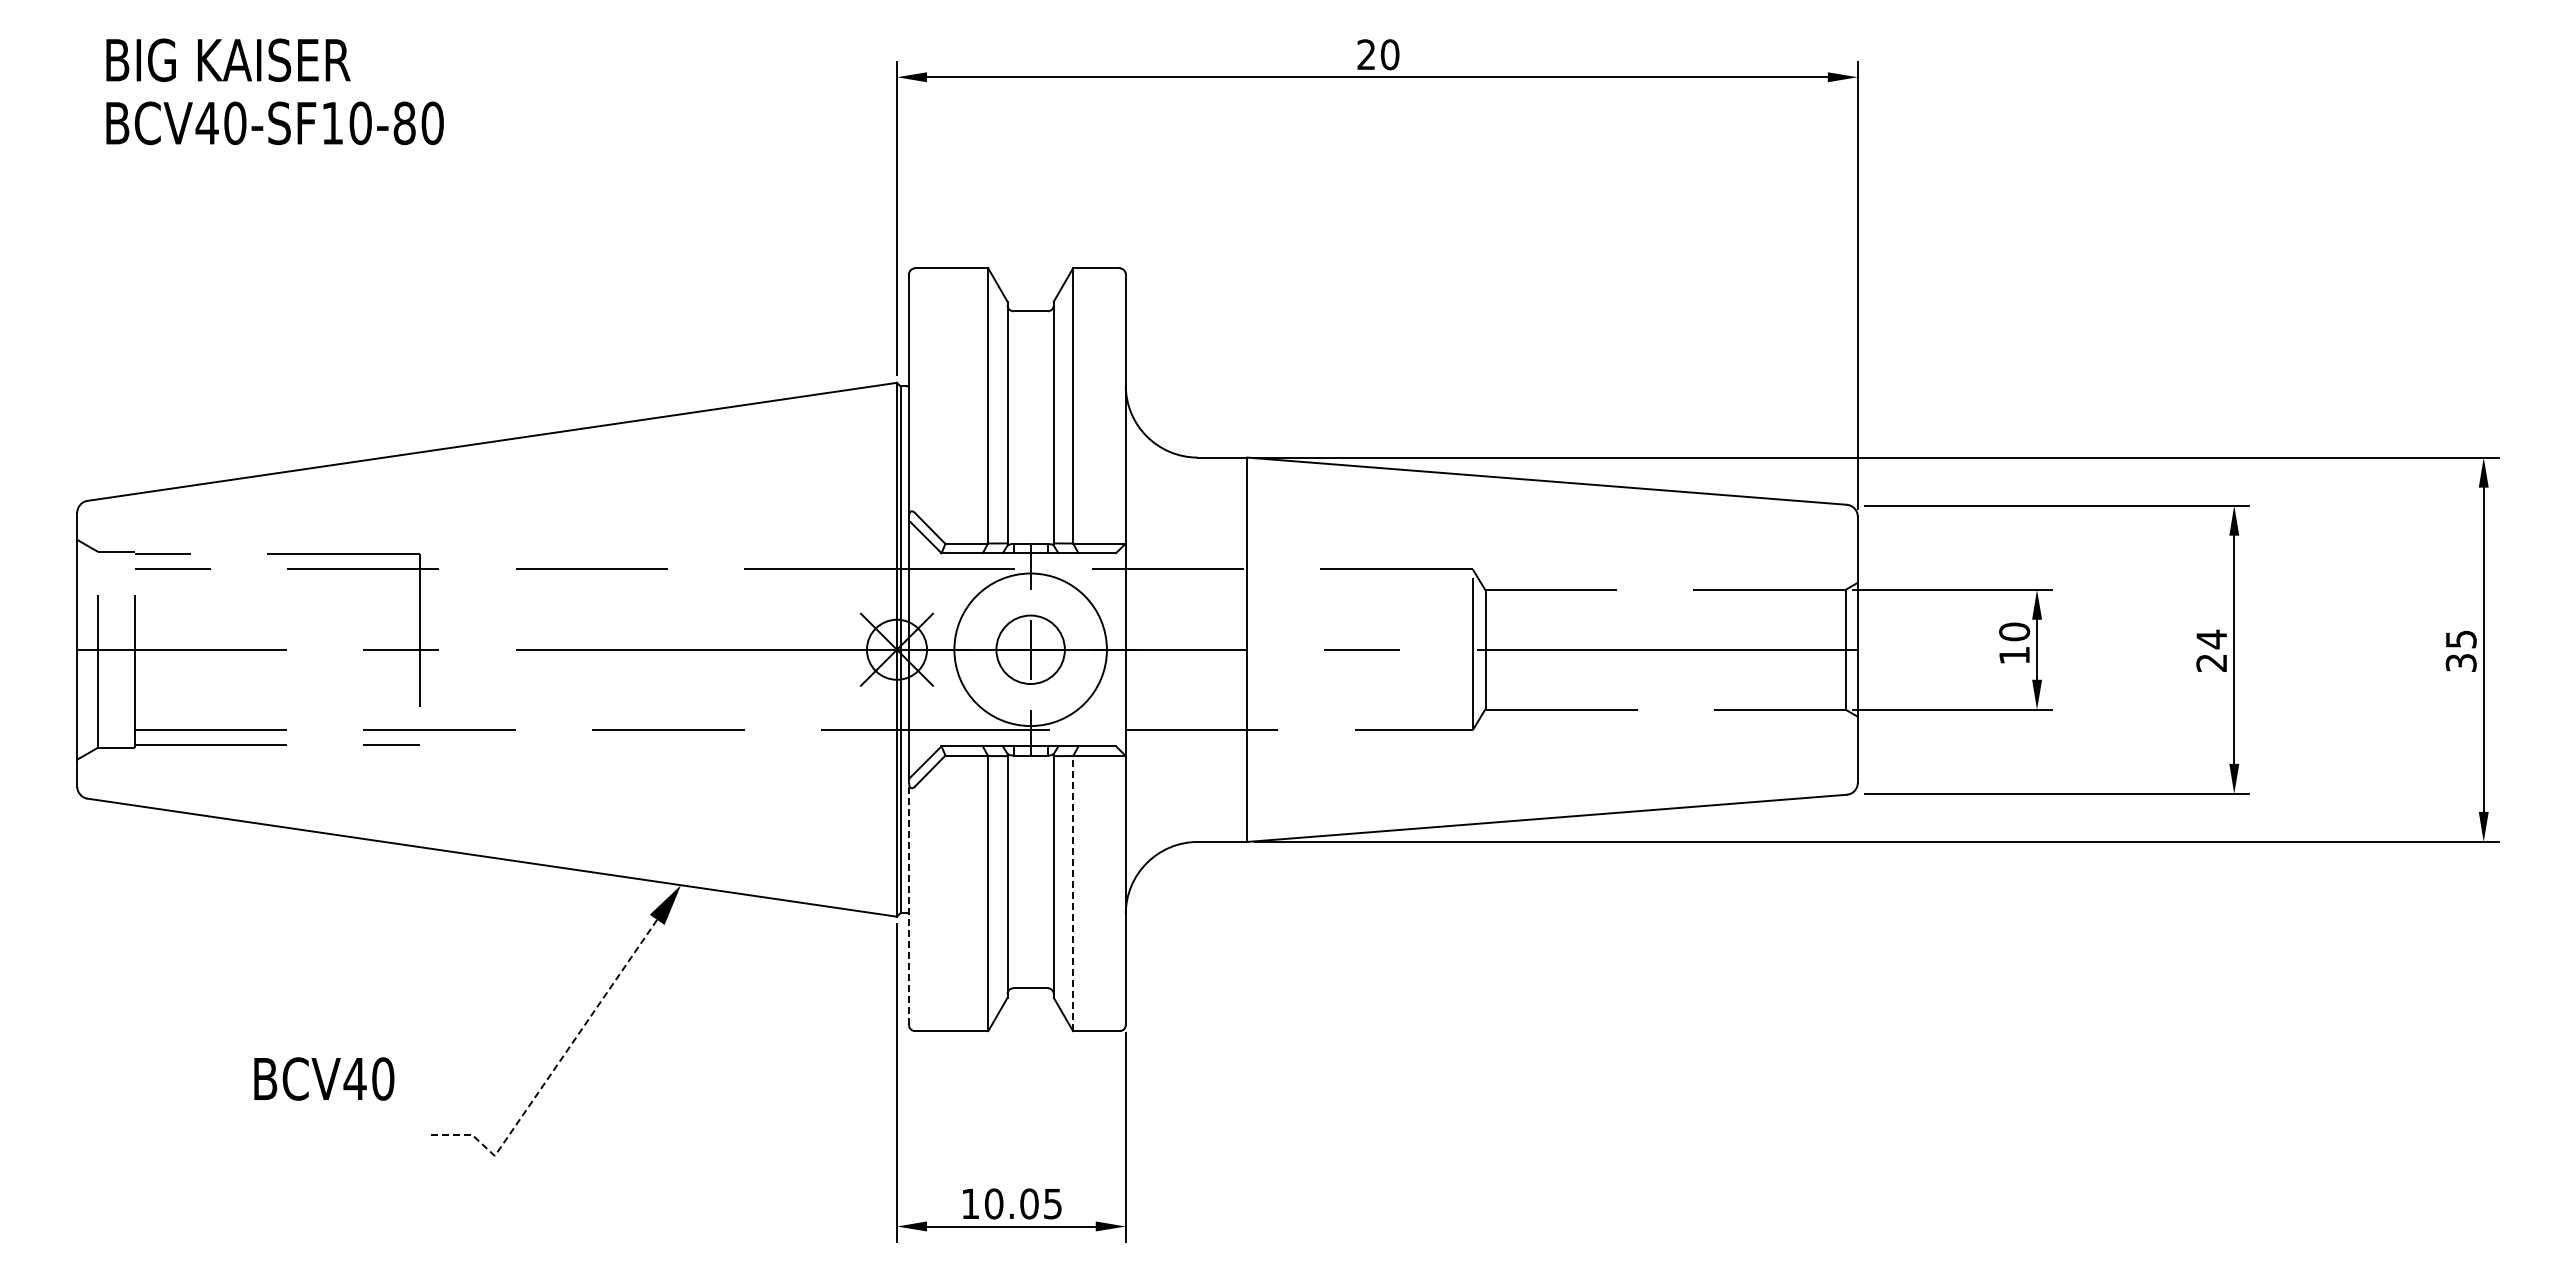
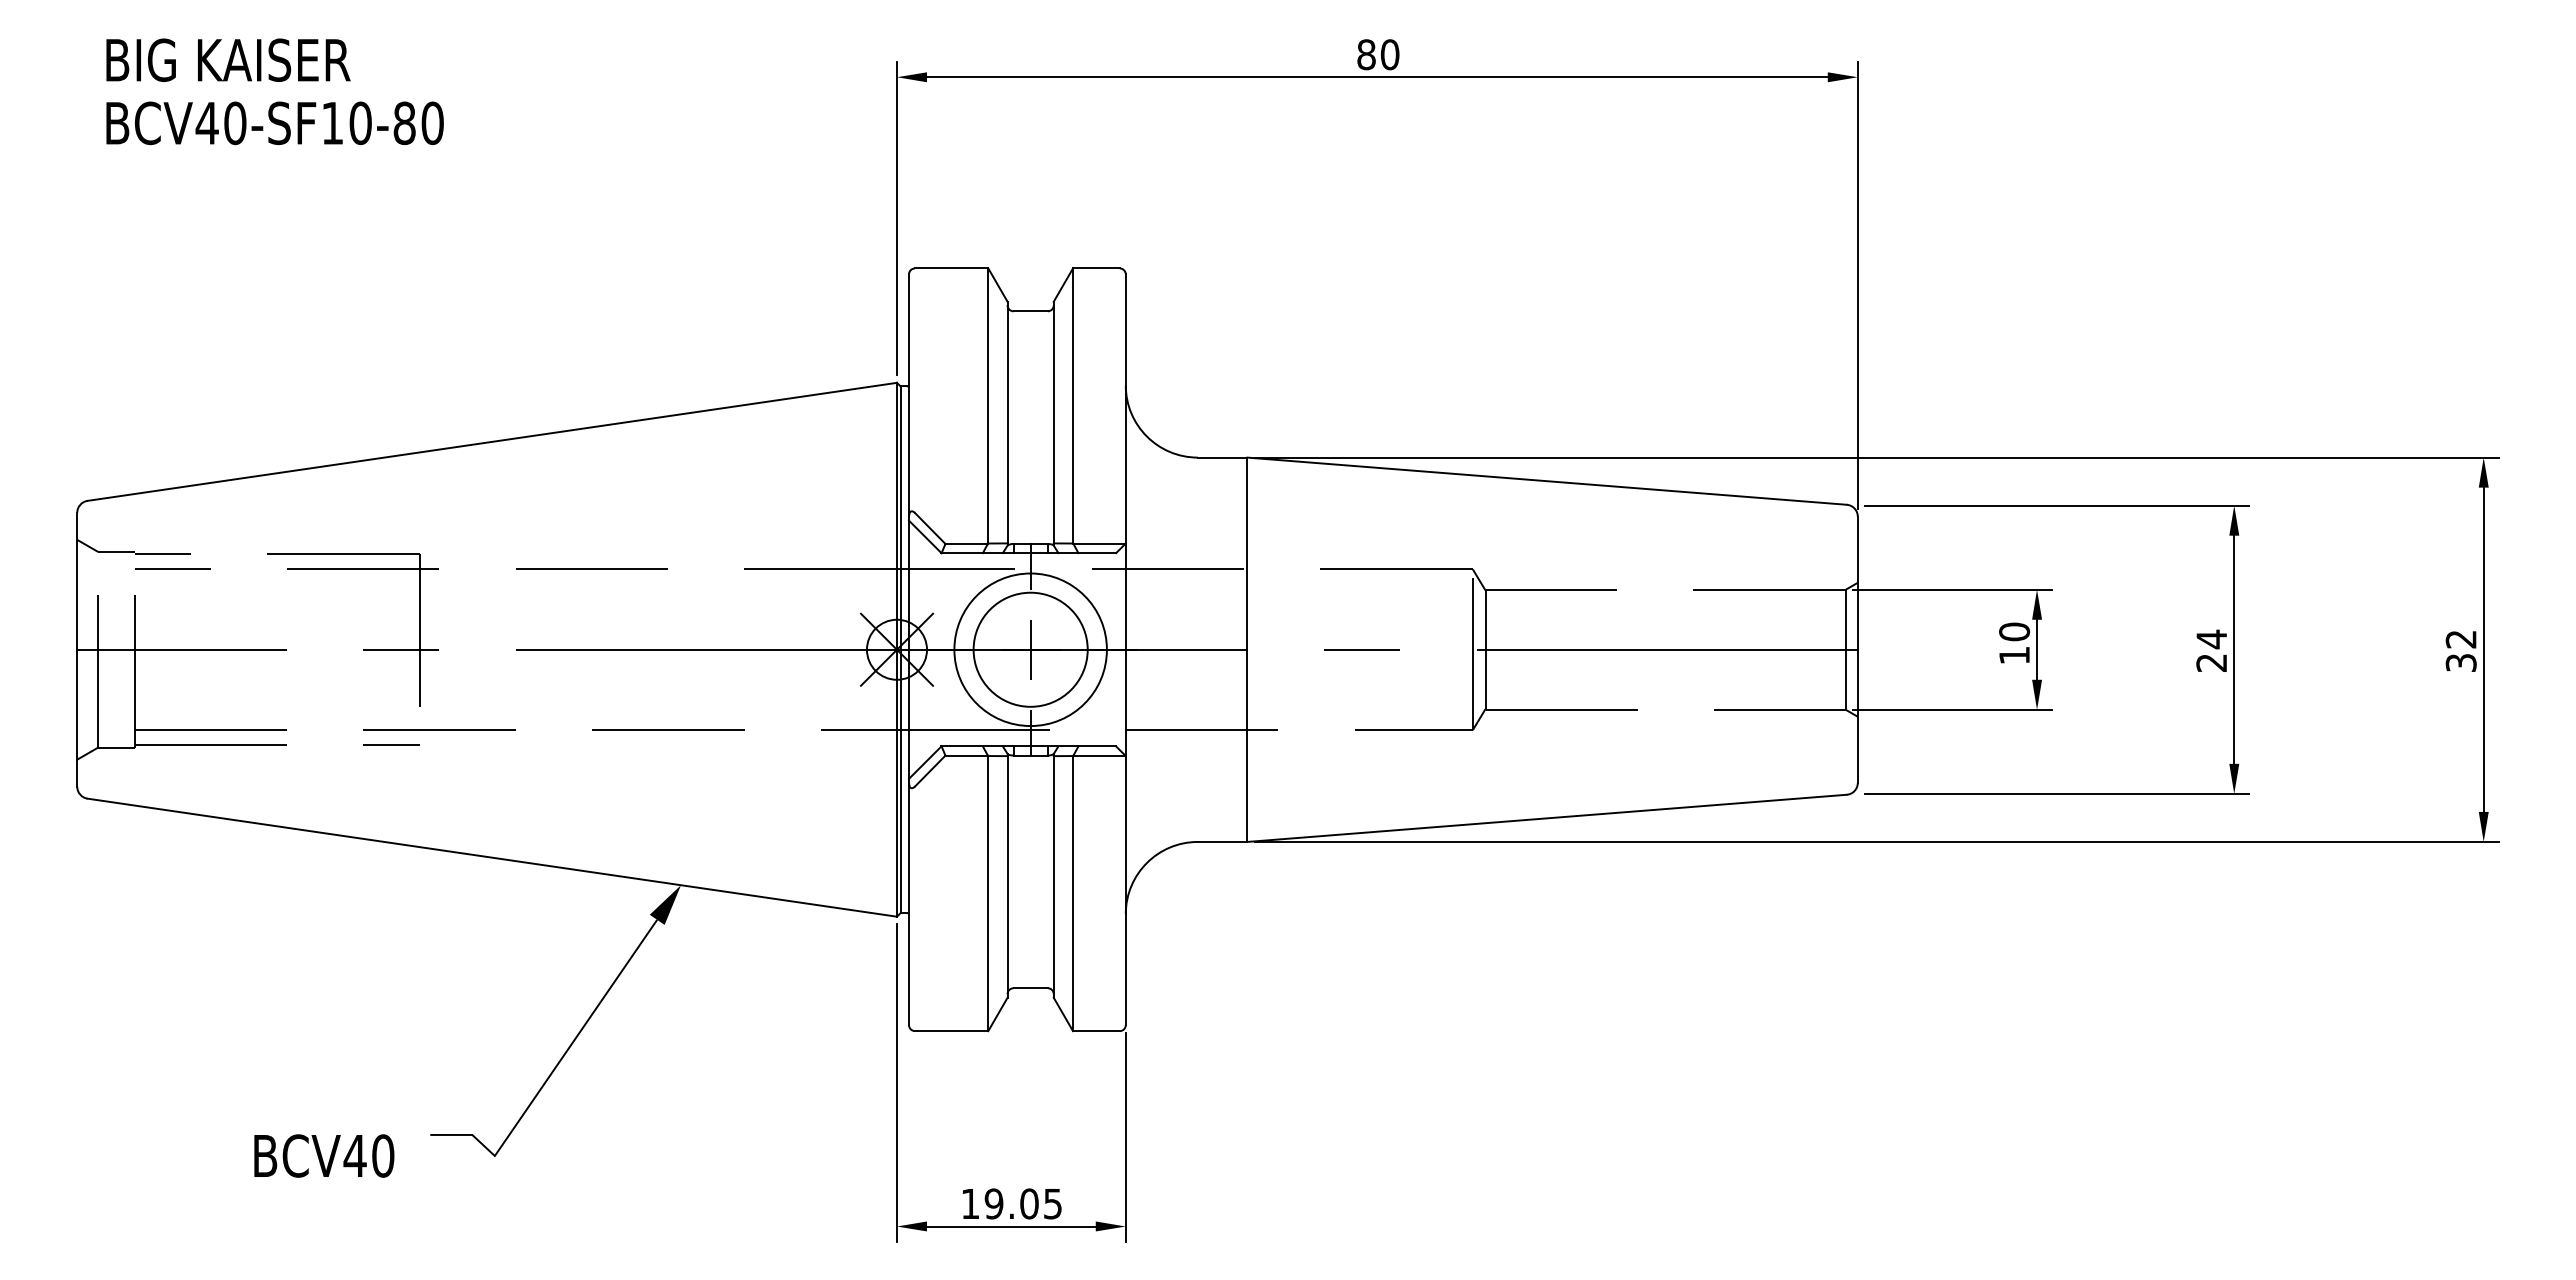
text at (1366, 54): 20 -> 80
text at (2460, 639): 35 -> 32
circle at (1030, 649) diameter: 68 px -> 114 px
line at (1073, 893): dashed -> solid
line at (909, 903): dashed -> solid
line at (554, 1069): dashed -> solid
text at (324, 1078) position: (324, 1078) -> (324, 1155)
text at (993, 1203): 10.05 -> 19.05
